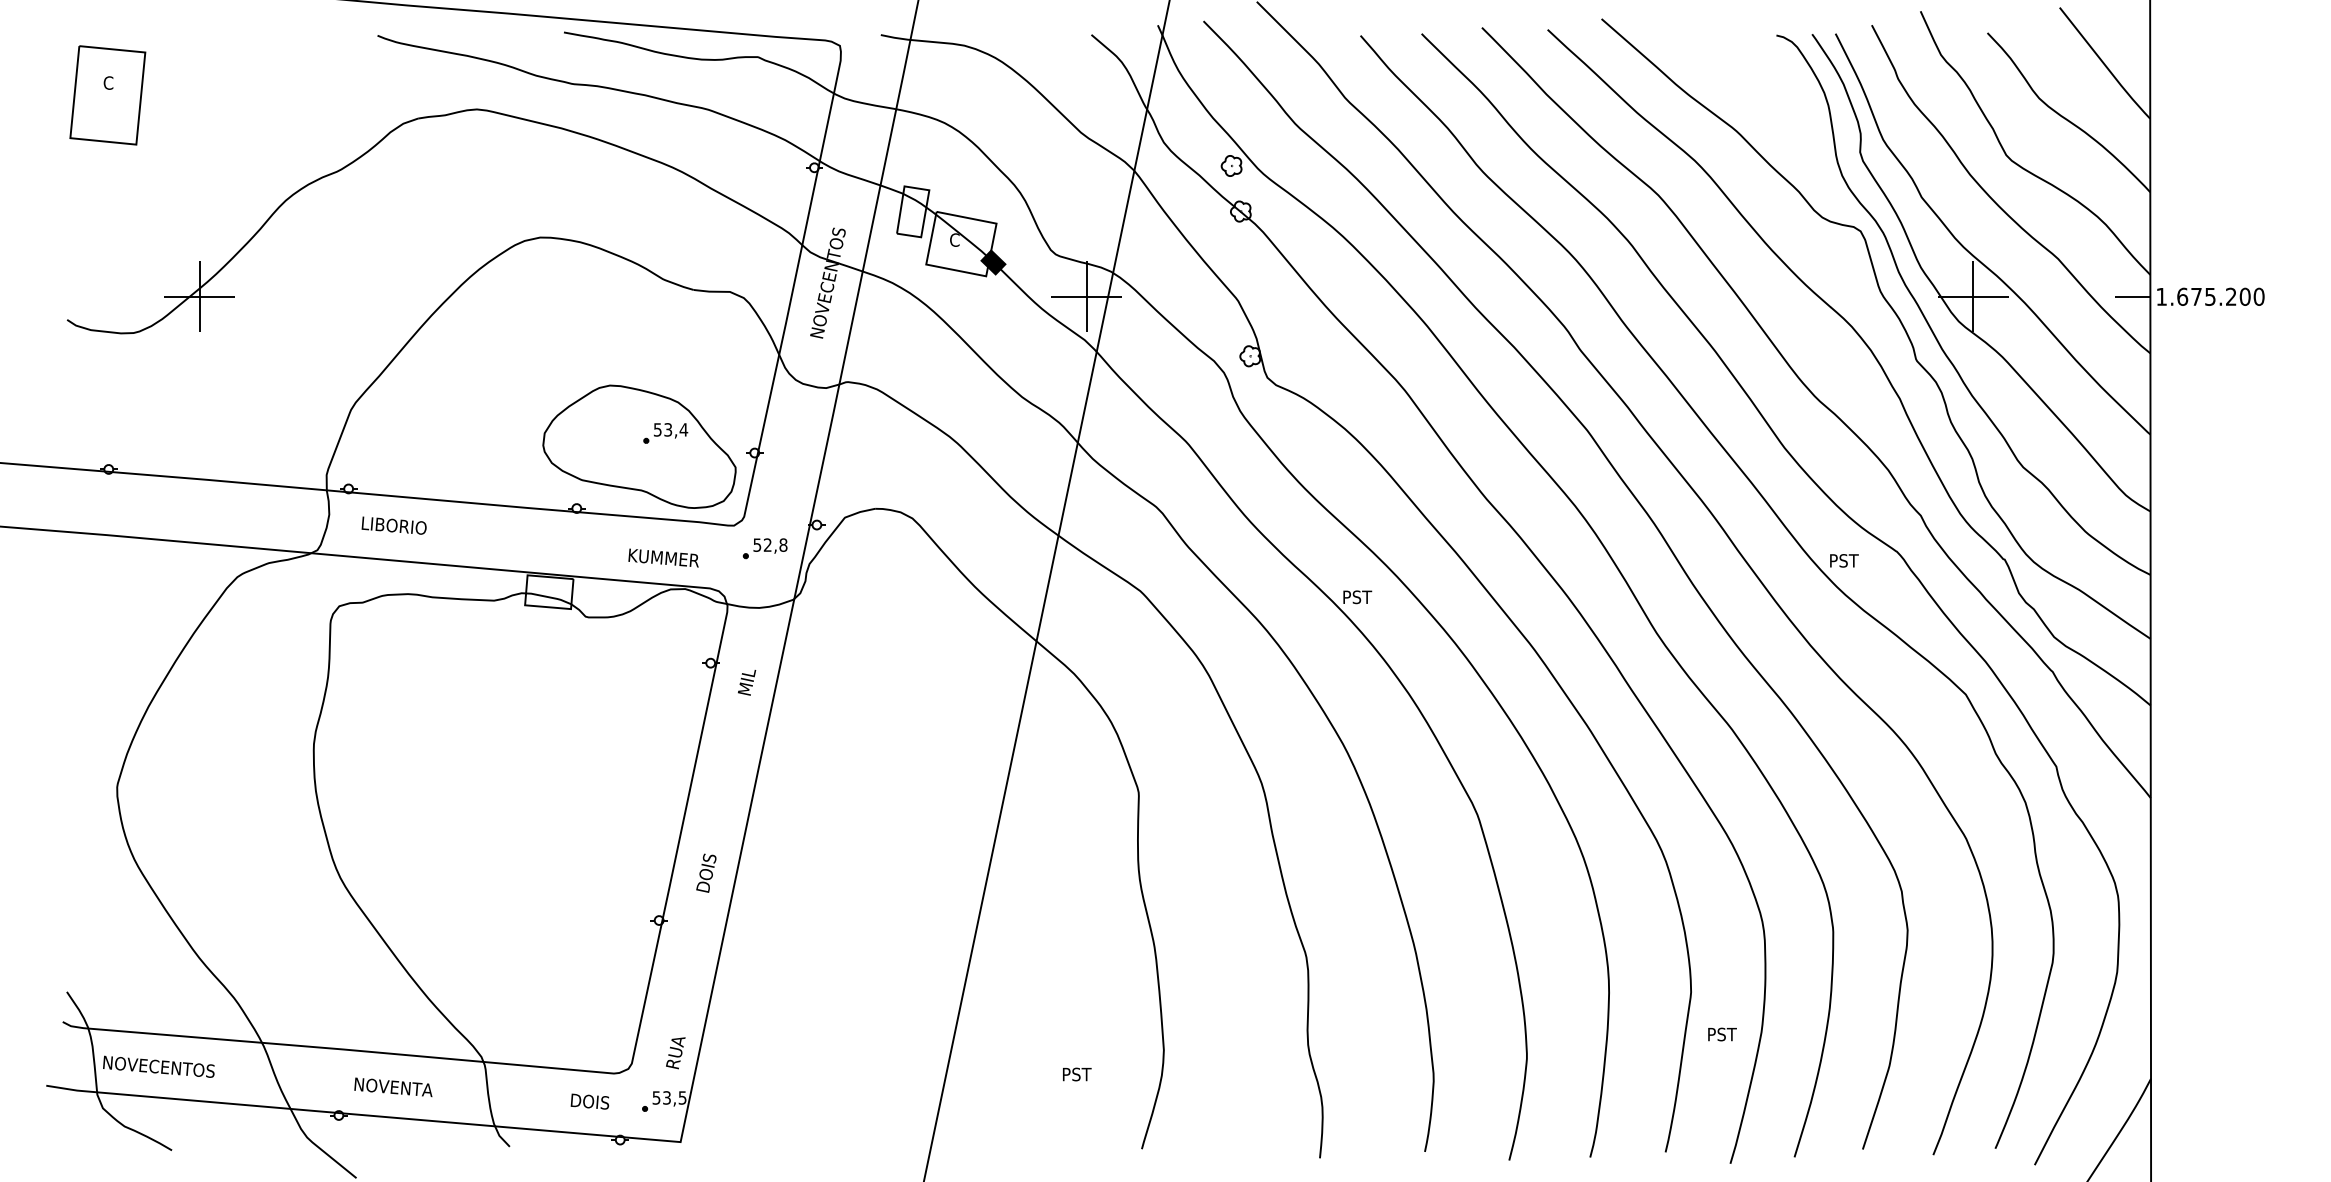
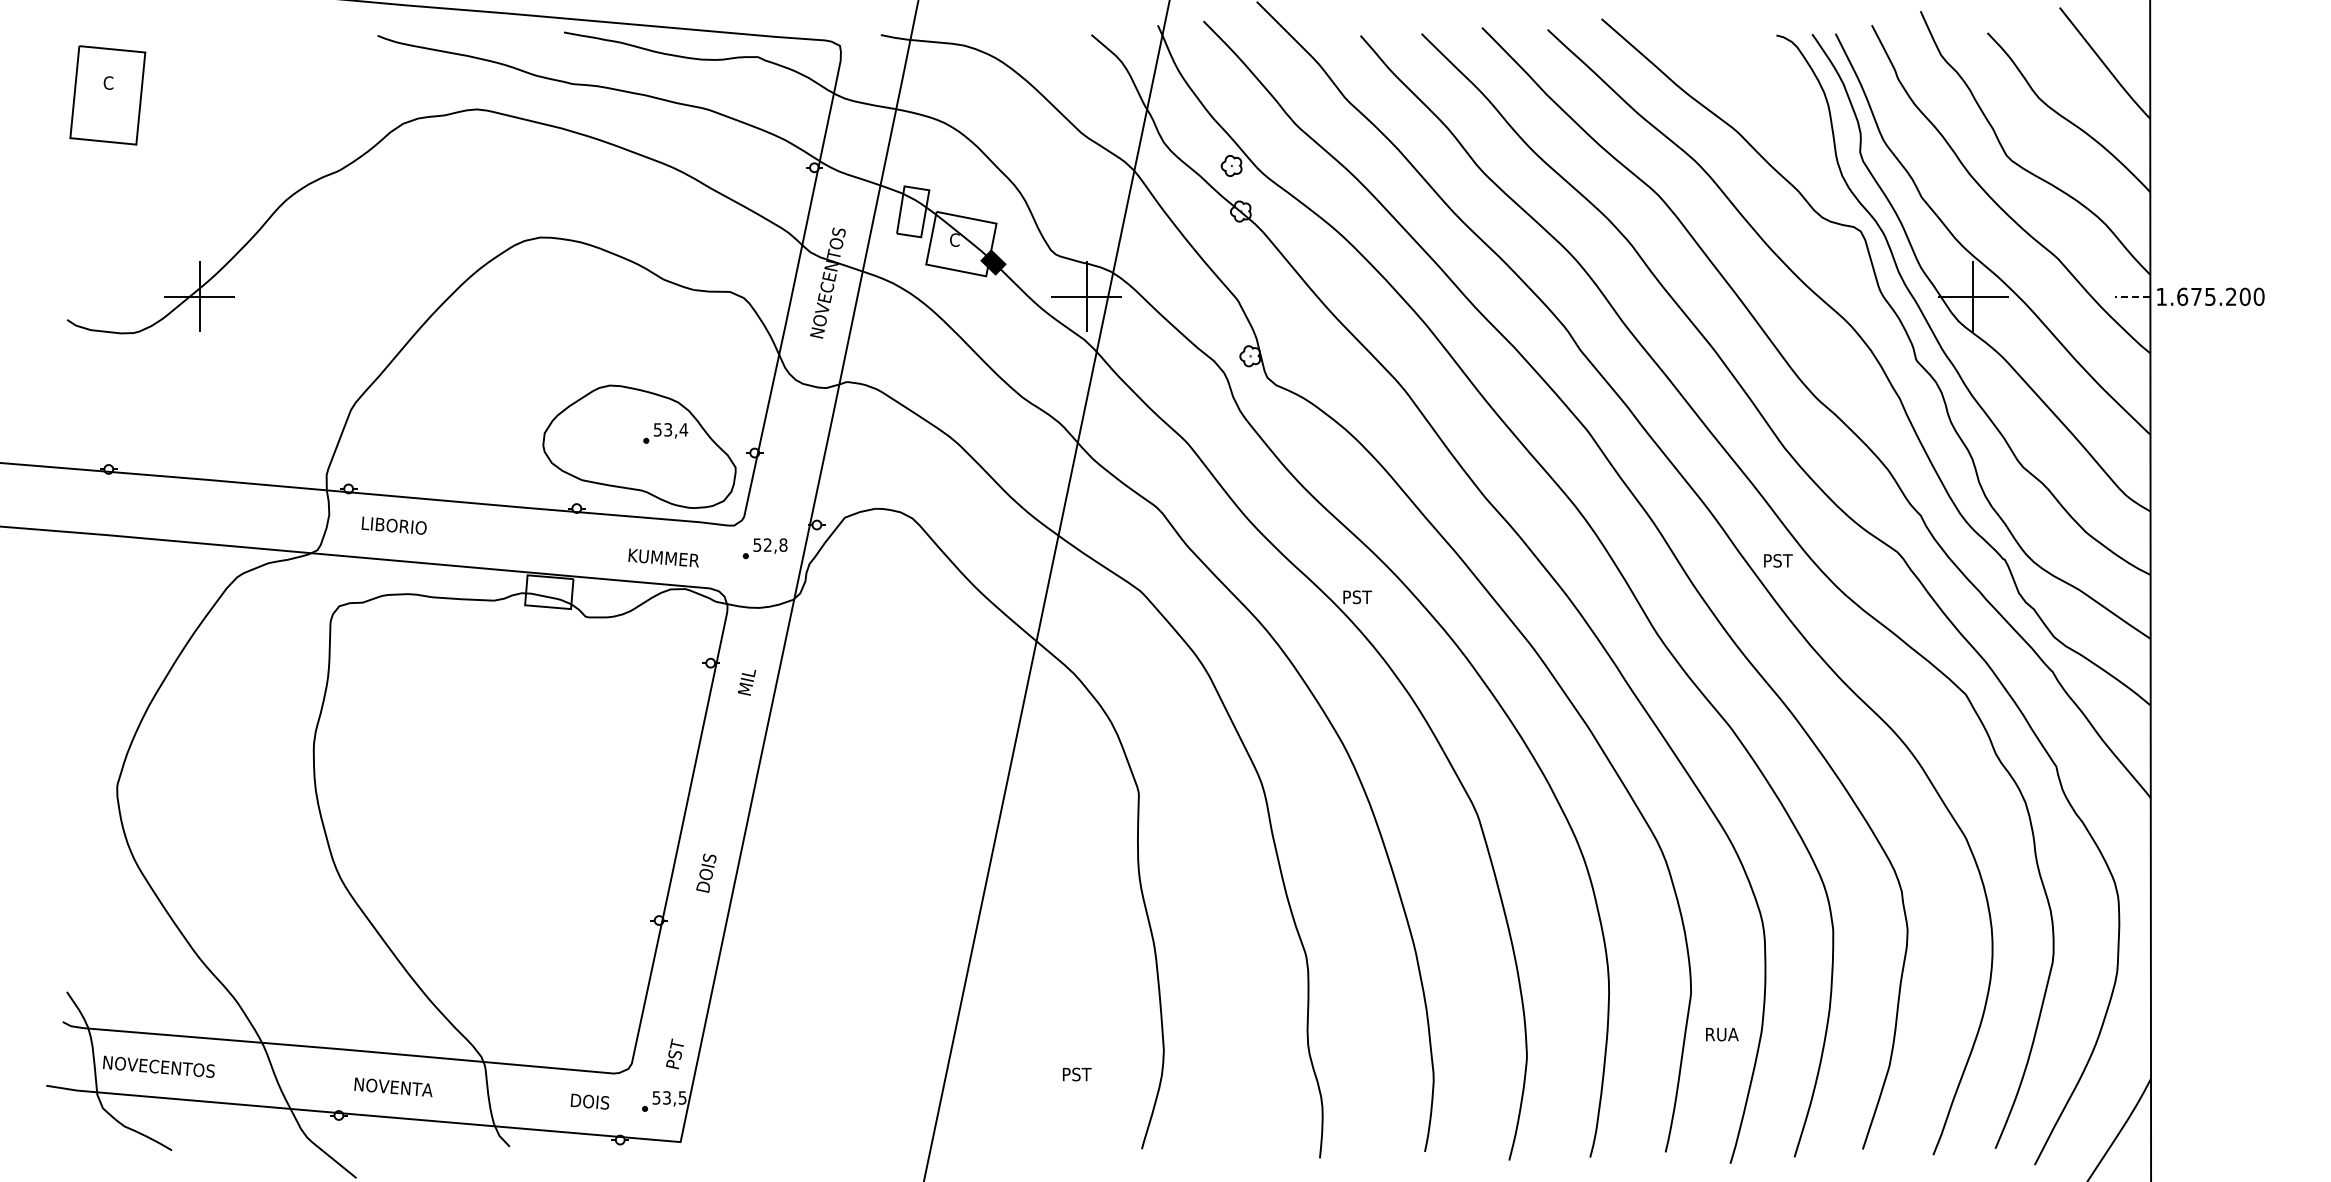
line at (2132, 296): solid -> dashed
text at (1844, 560) position: (1844, 560) -> (1778, 560)
text at (1722, 1034): PST -> RUA
text at (676, 1051): RUA -> PST
